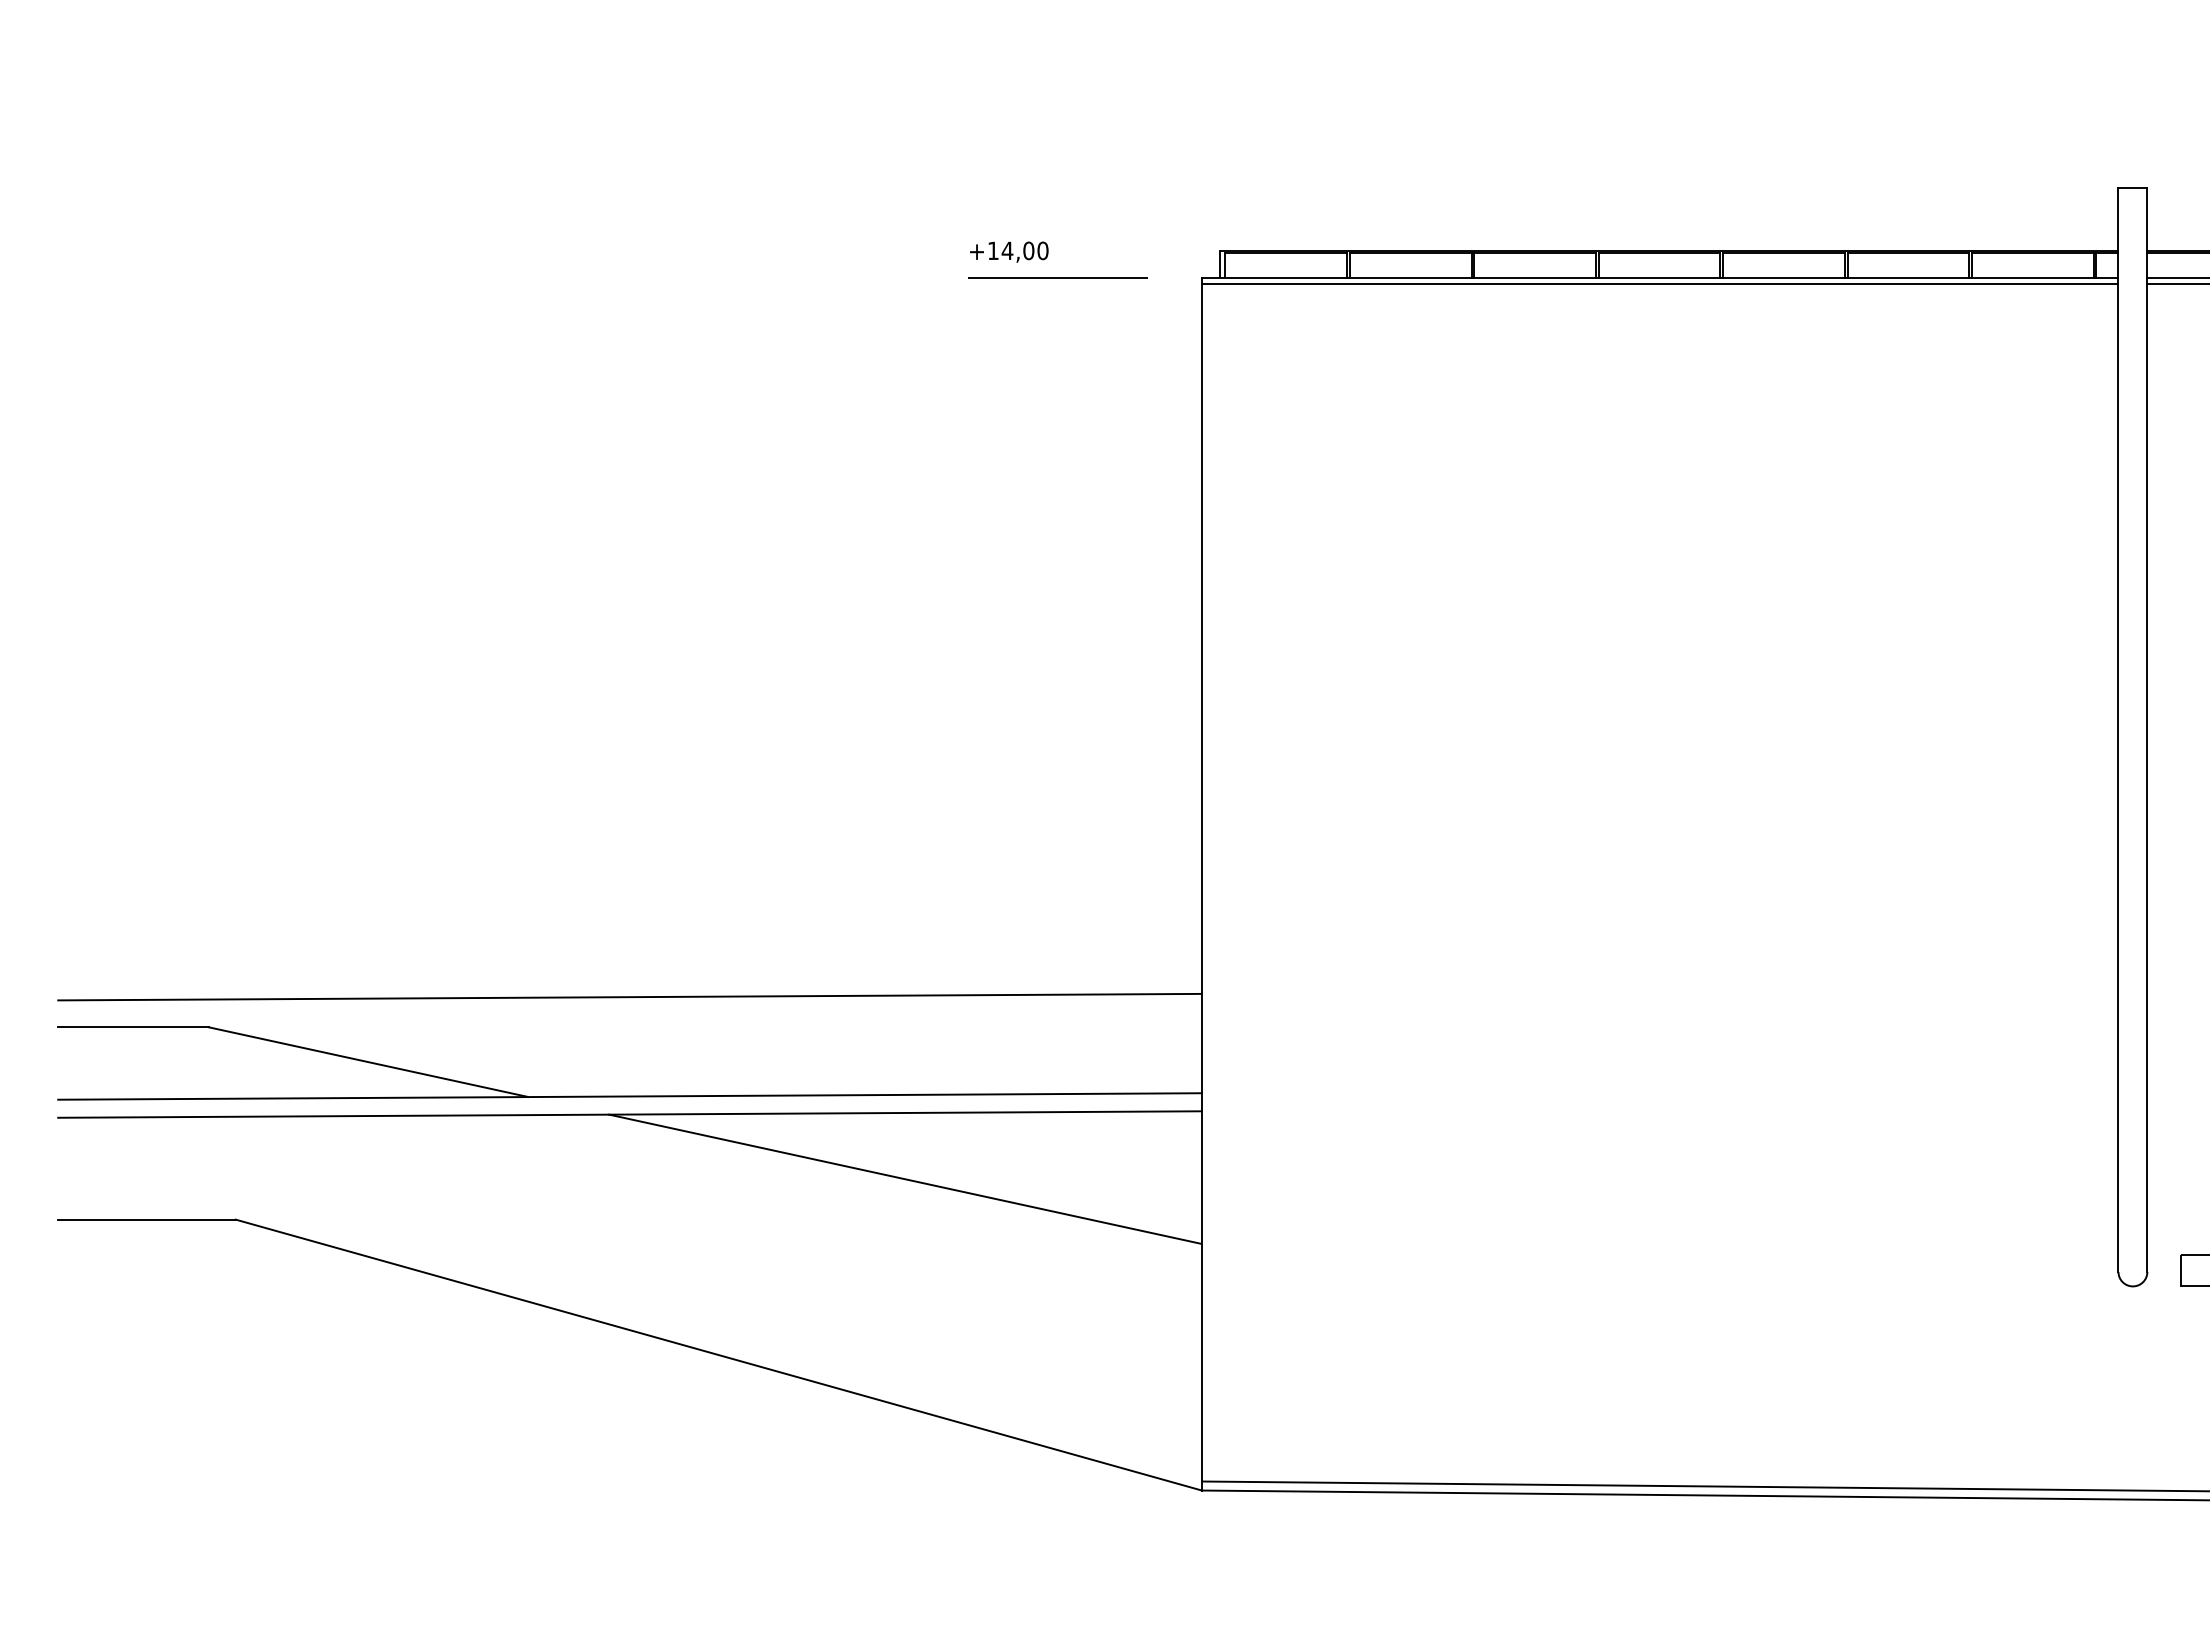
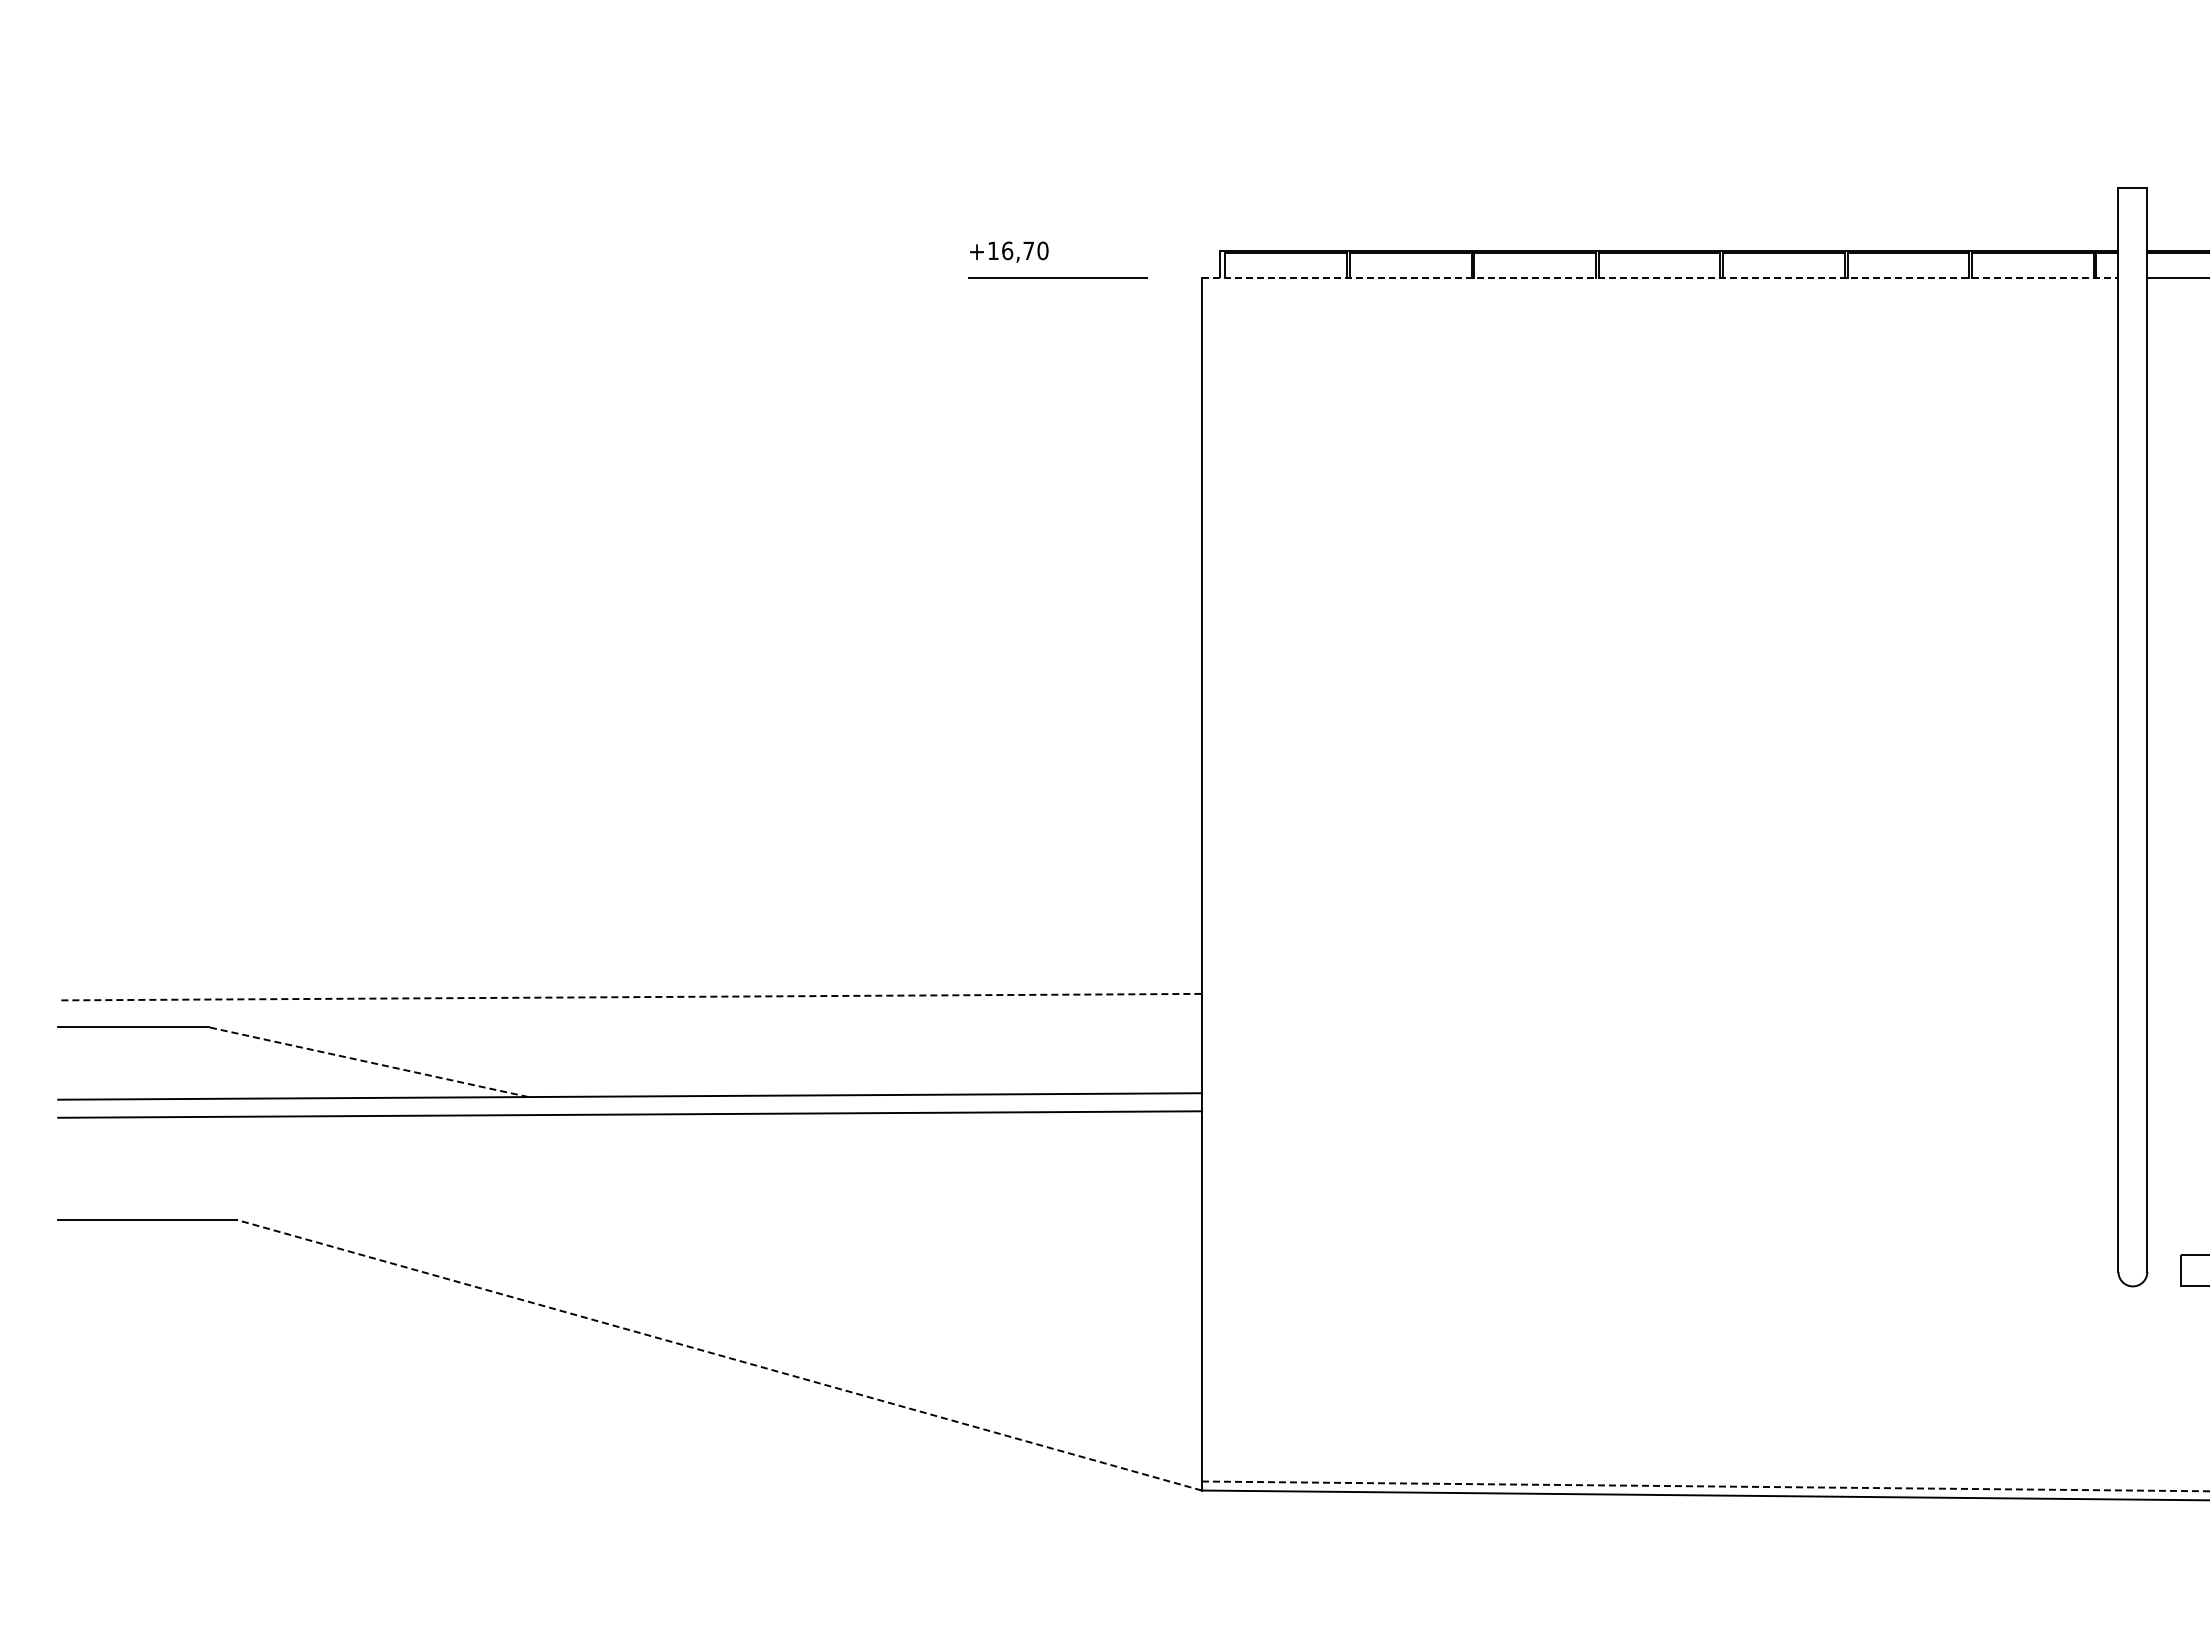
text at (1017, 250): +14,00 -> +16,70
line at (1660, 277): solid -> dashed
line at (1659, 284): present -> none
line at (2176, 284): present -> none
line at (629, 997): solid -> dashed
line at (368, 1062): solid -> dashed
line at (905, 1178): present -> none
line at (718, 1355): solid -> dashed
line at (1705, 1486): solid -> dashed
